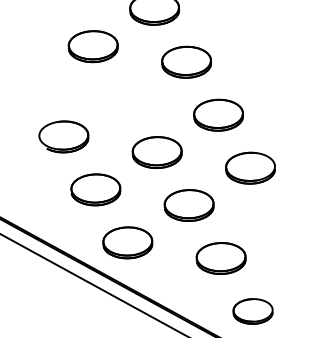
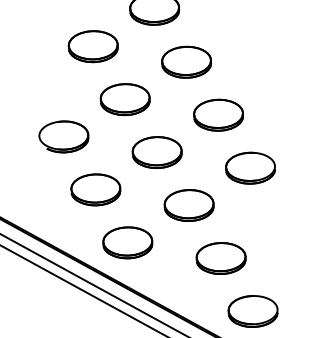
part at (124, 99): none -> present
line at (82, 290): none -> present
part at (252, 311) size: 42x27 px -> 52x33 px
